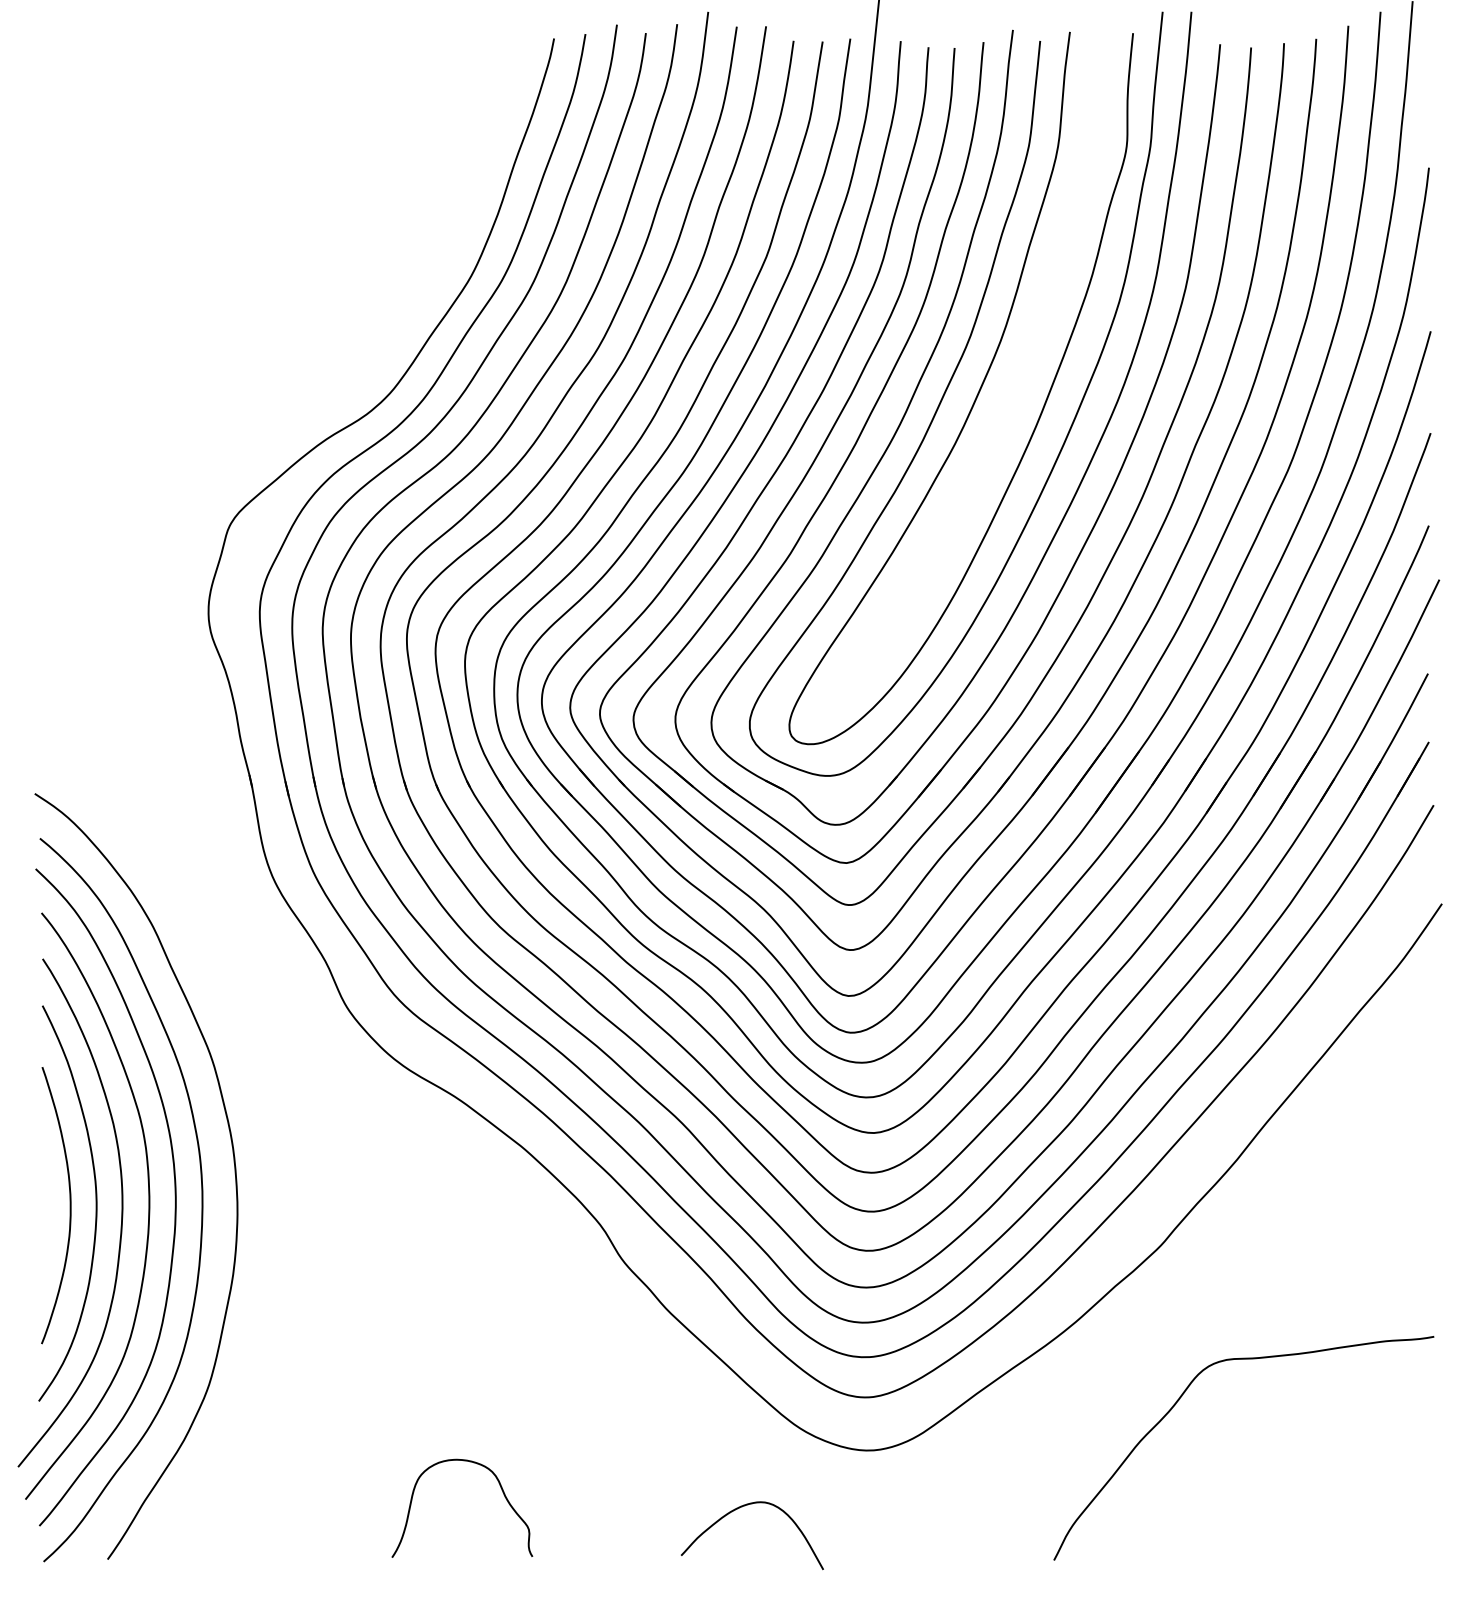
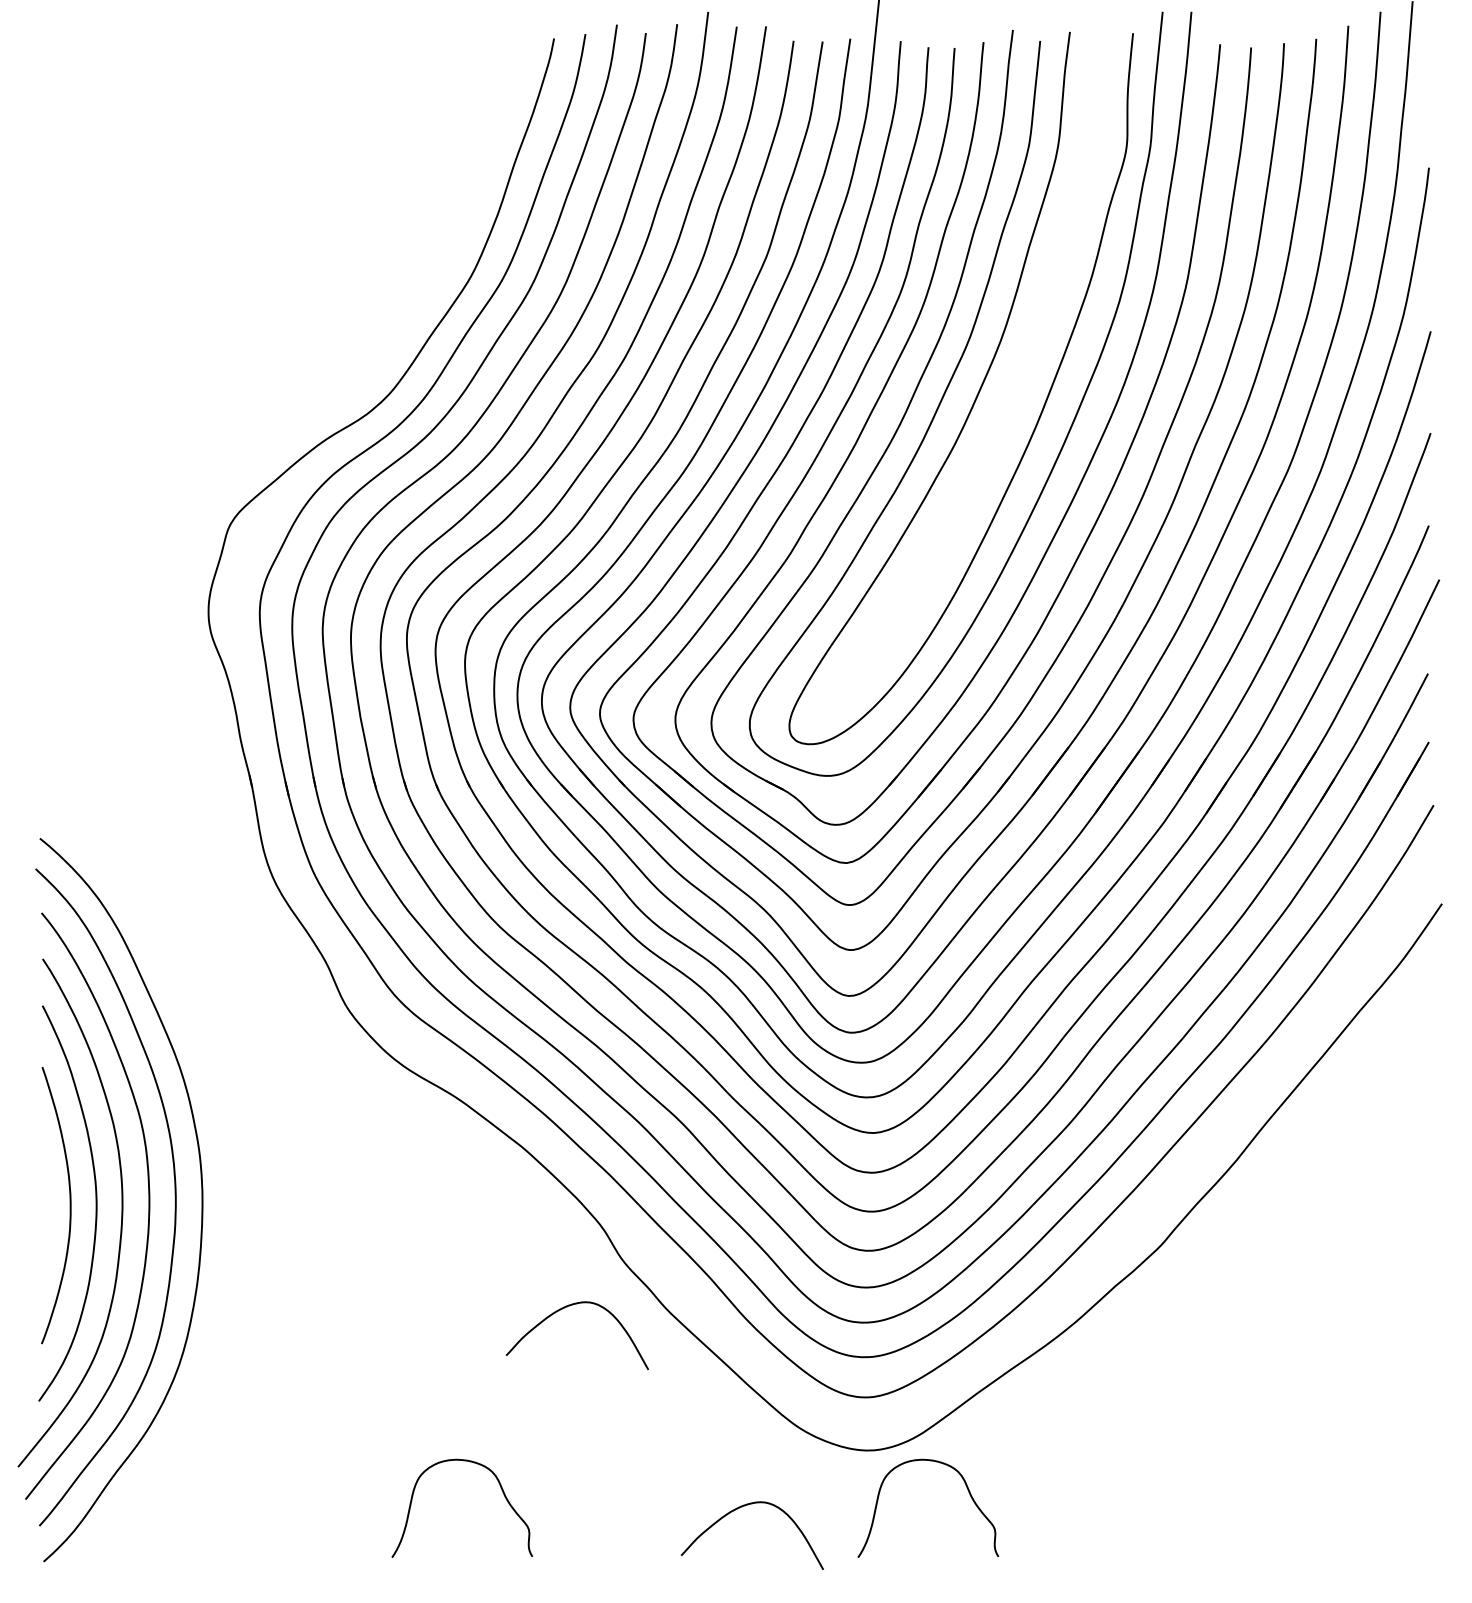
curve at (233, 1162): present -> none
curve at (567, 1307): none -> present
curve at (1179, 1400): present -> none
curve at (967, 1490): none -> present
